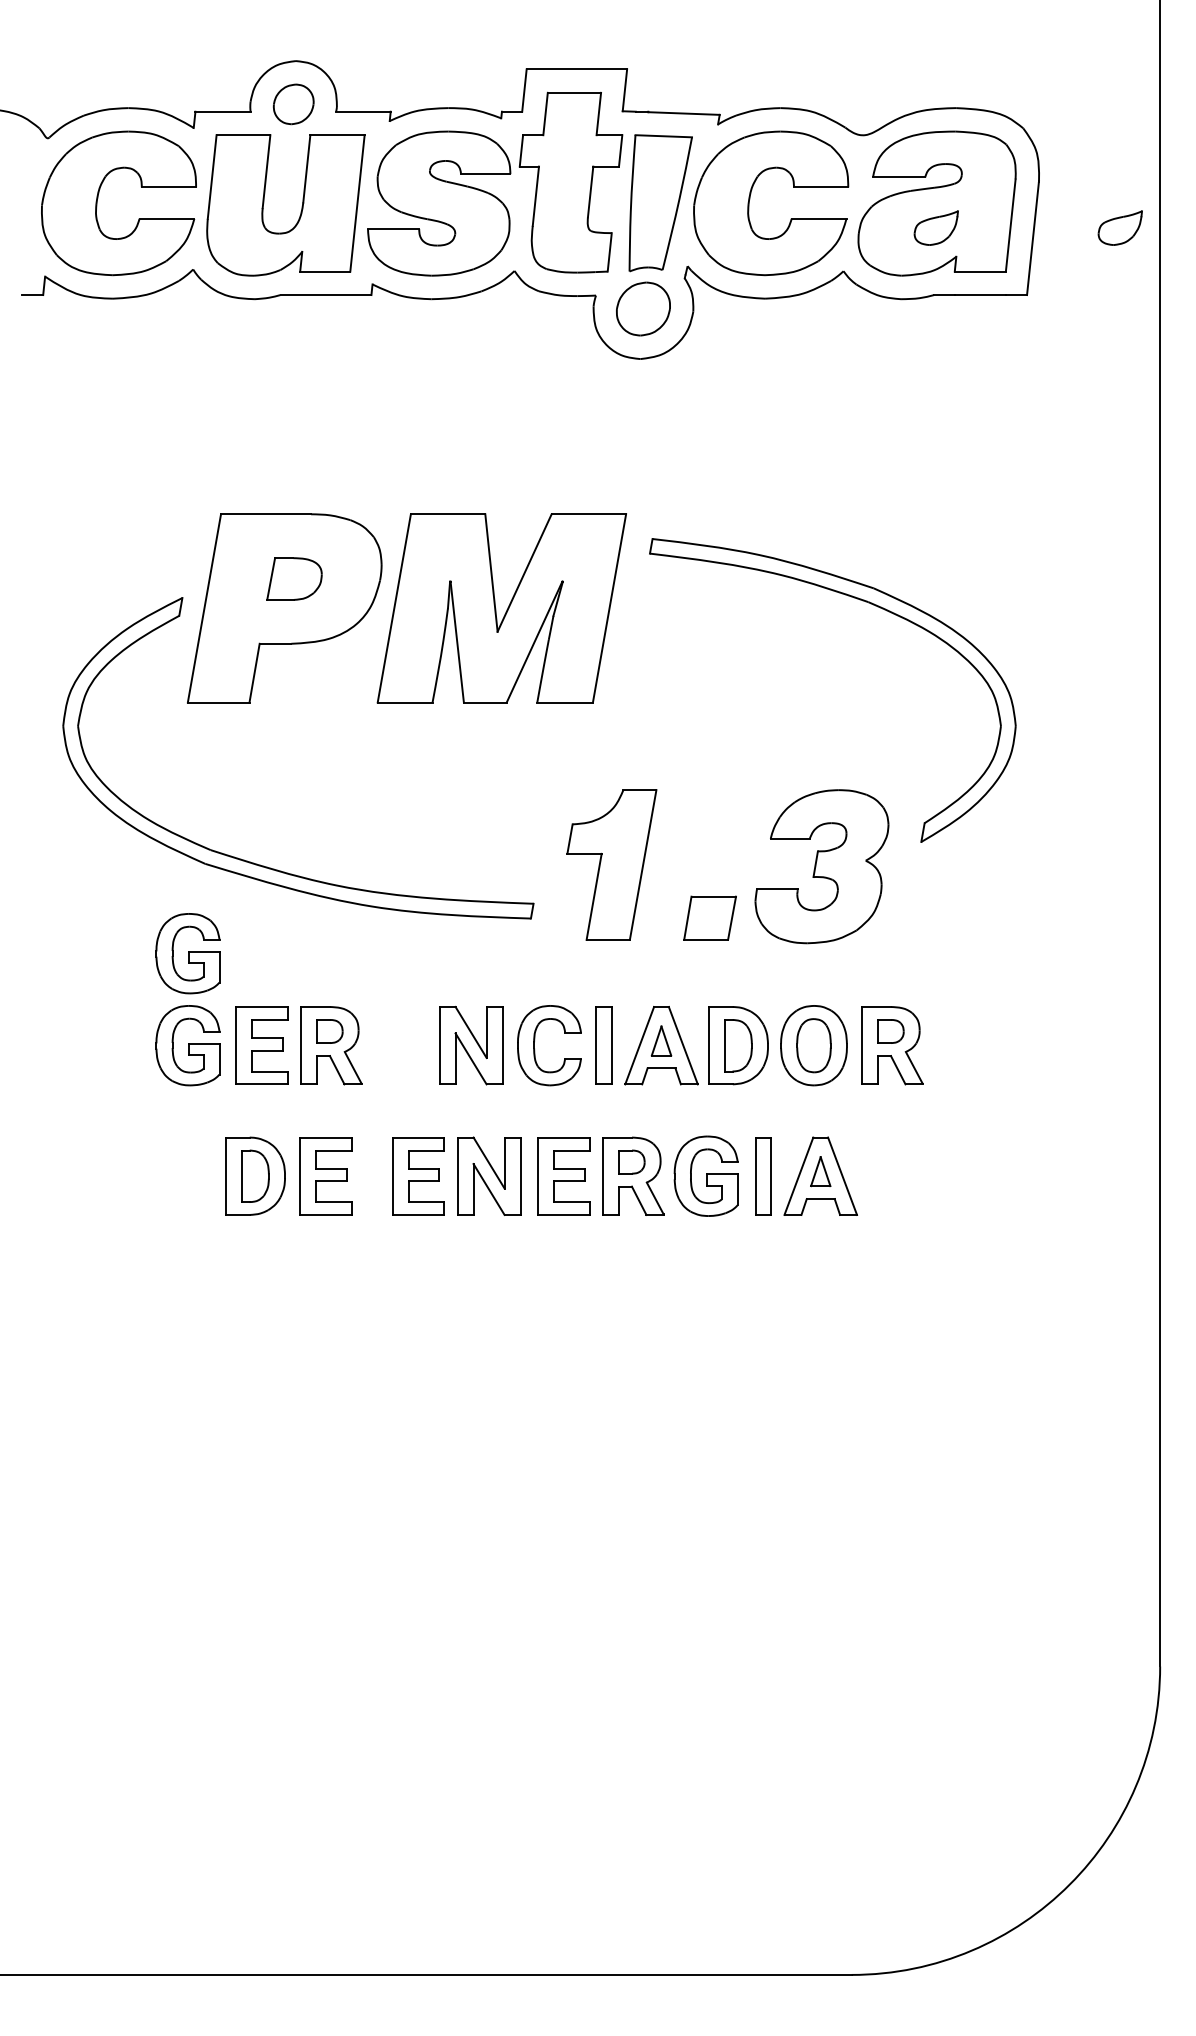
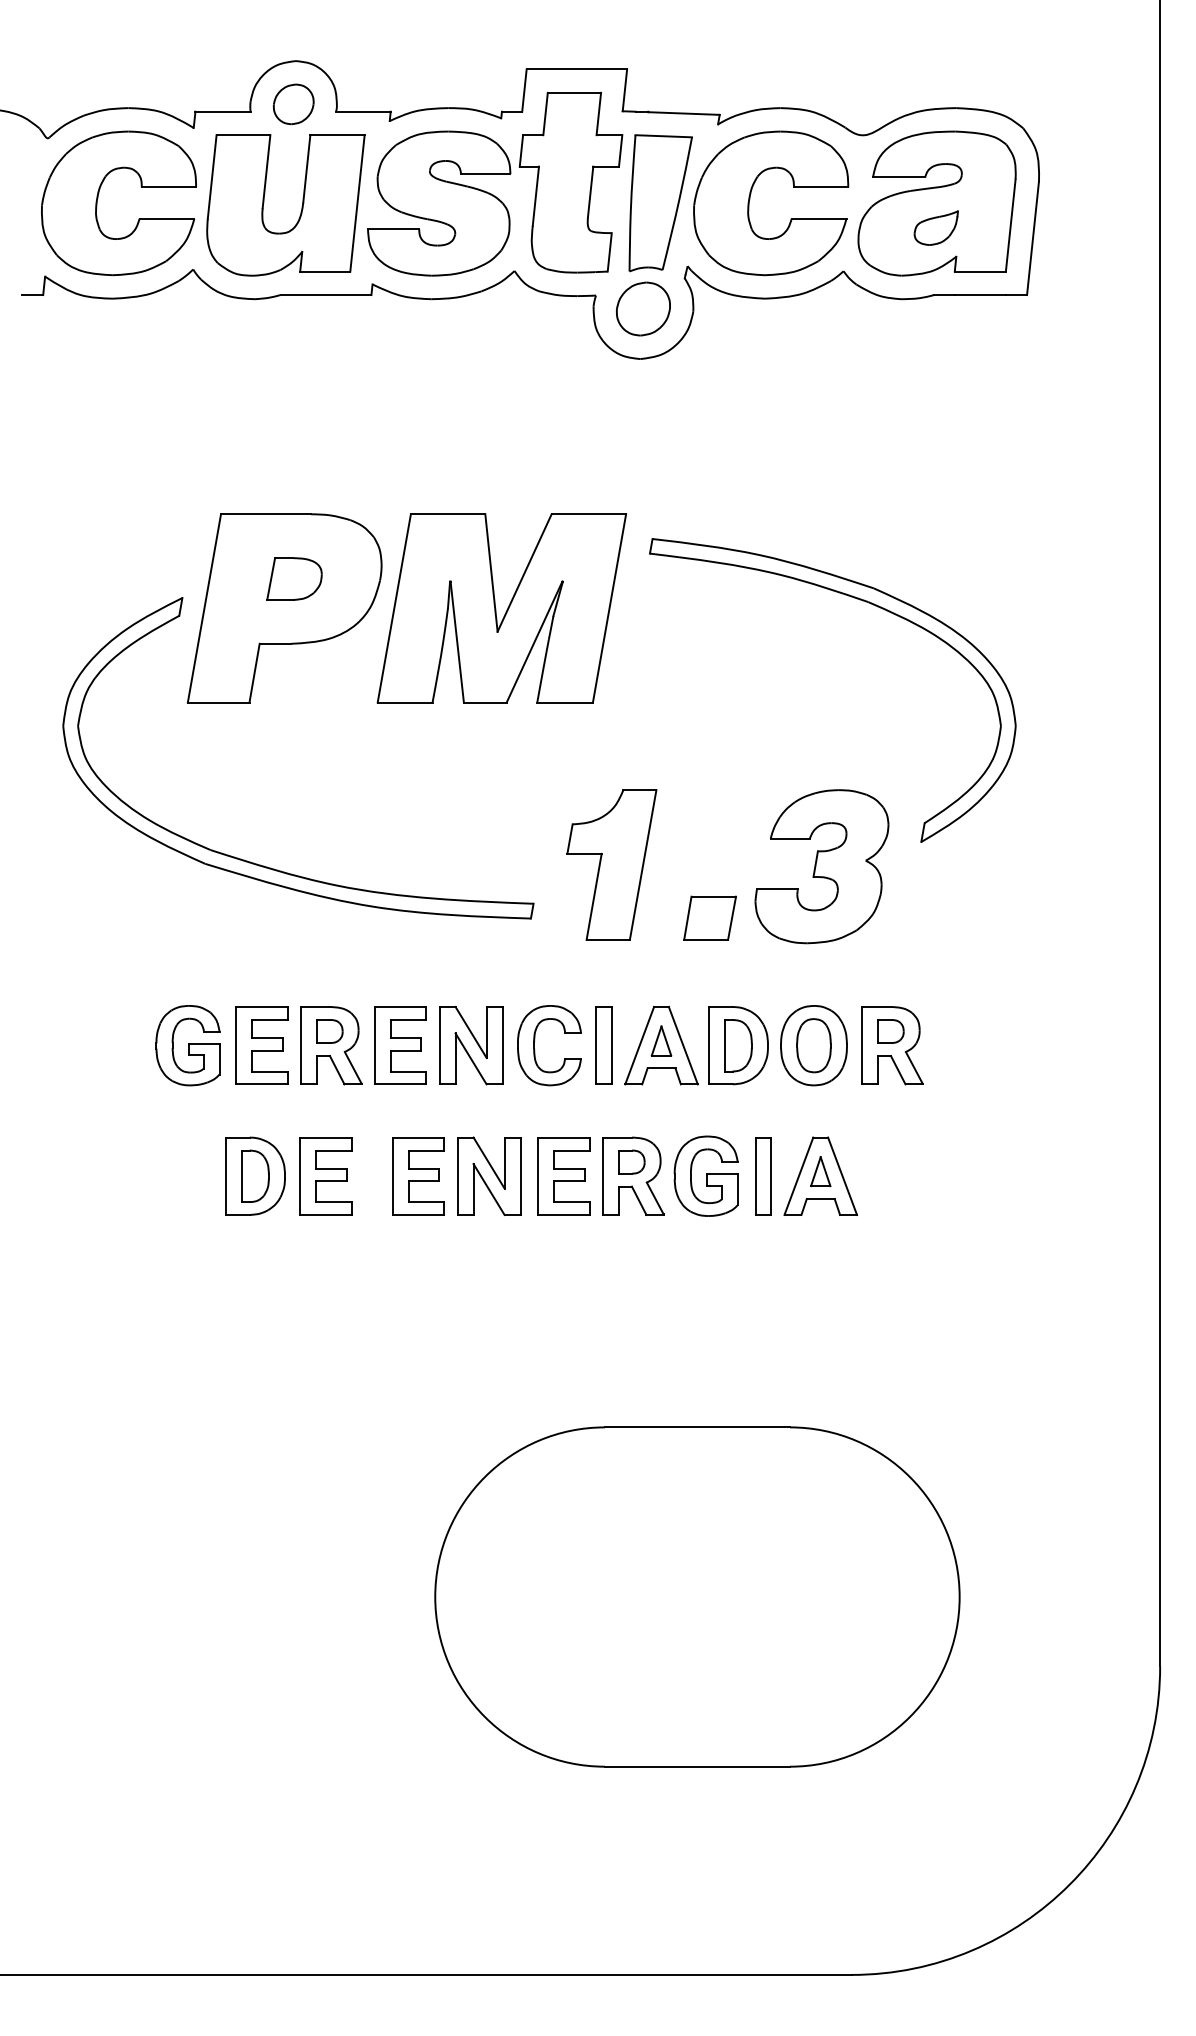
part at (1119, 227): present -> none
part at (187, 953): present -> none
part at (400, 1045): none -> present
part at (697, 1596): none -> present
